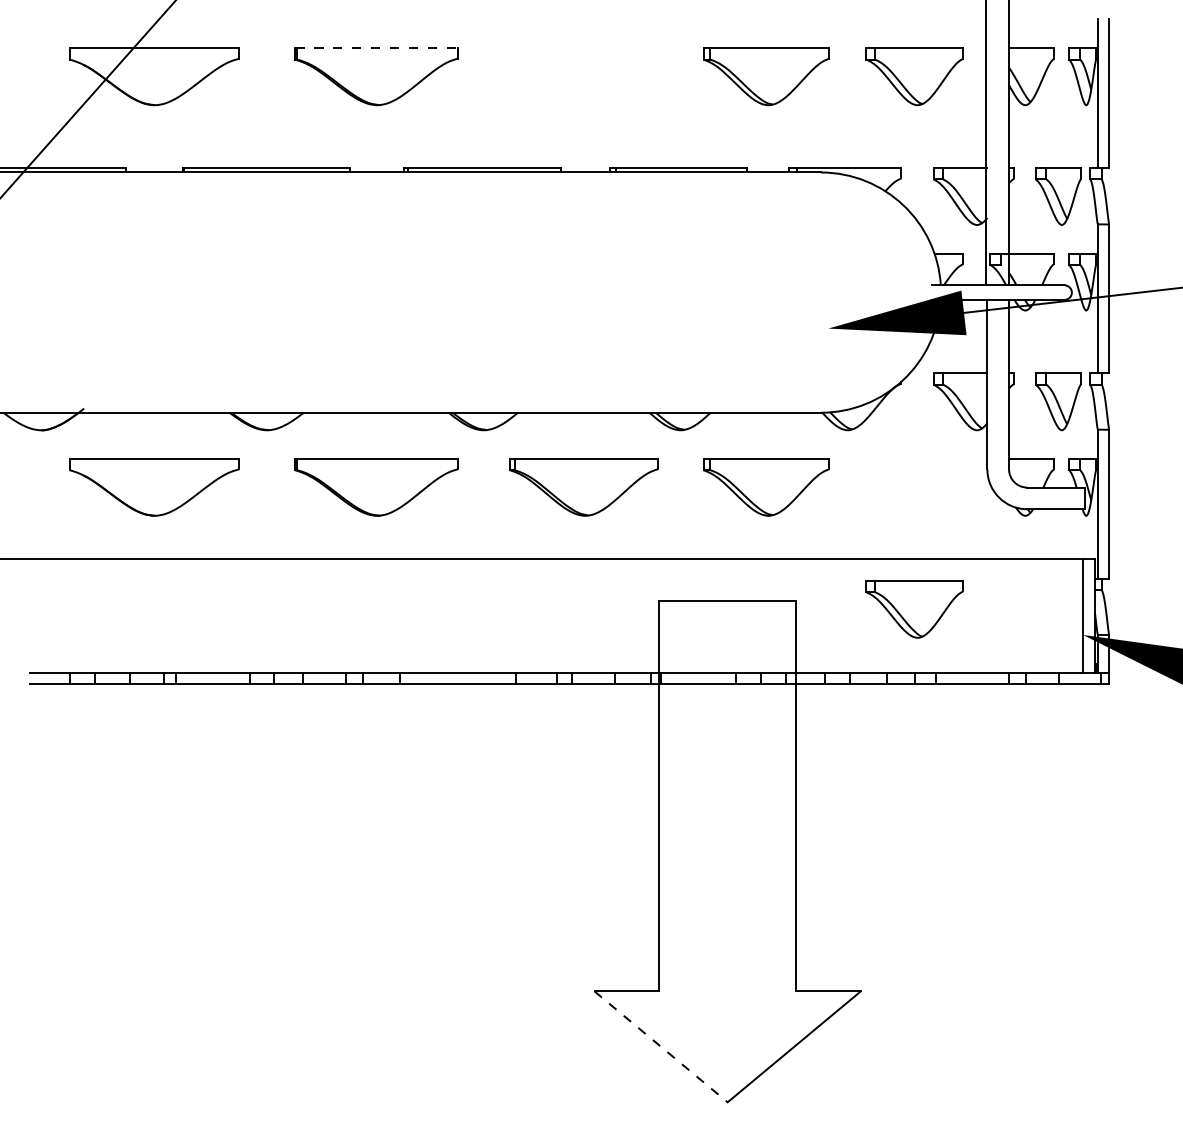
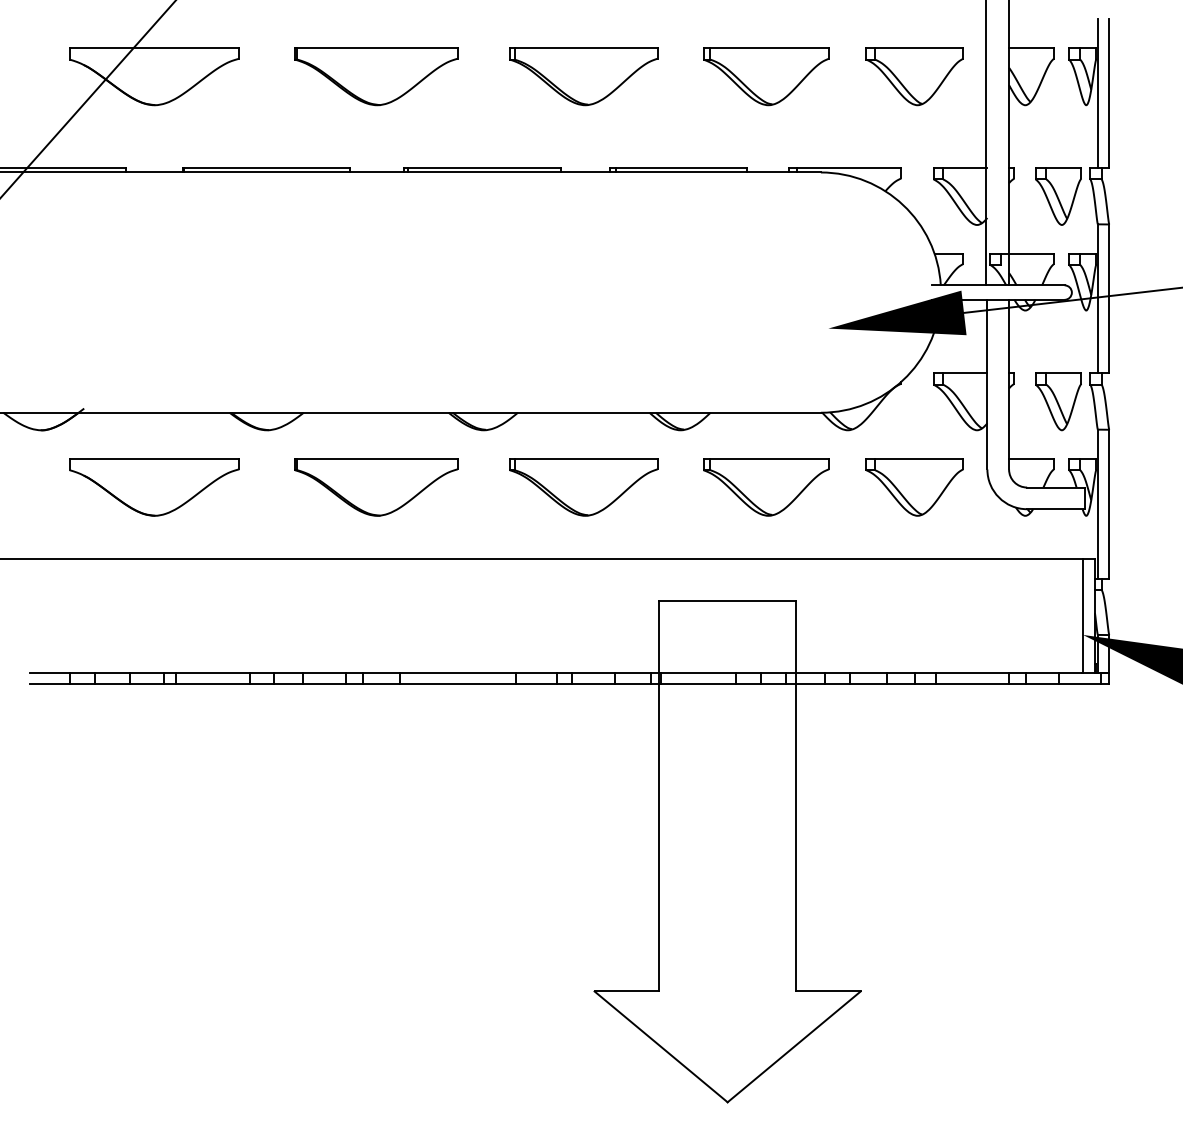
line at (376, 48): dashed -> solid
part at (583, 76): none -> present
part at (914, 609) position: (914, 609) -> (914, 487)
line at (661, 1046): dashed -> solid
